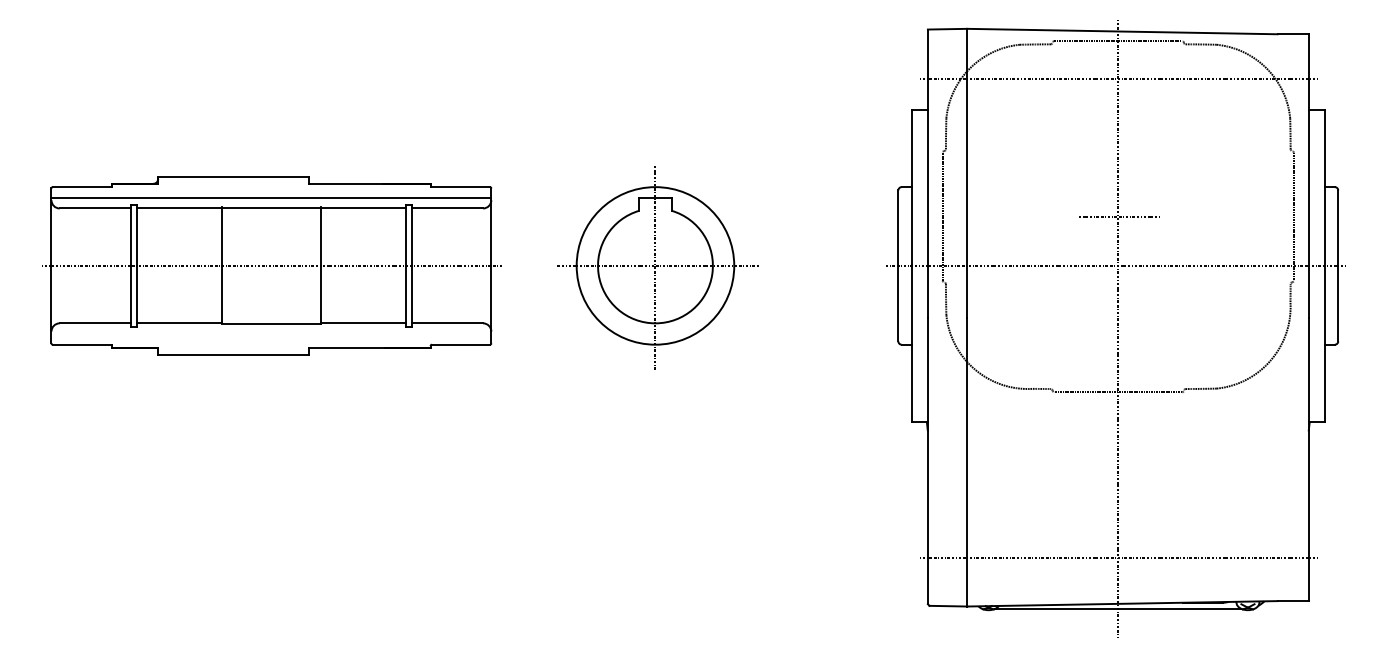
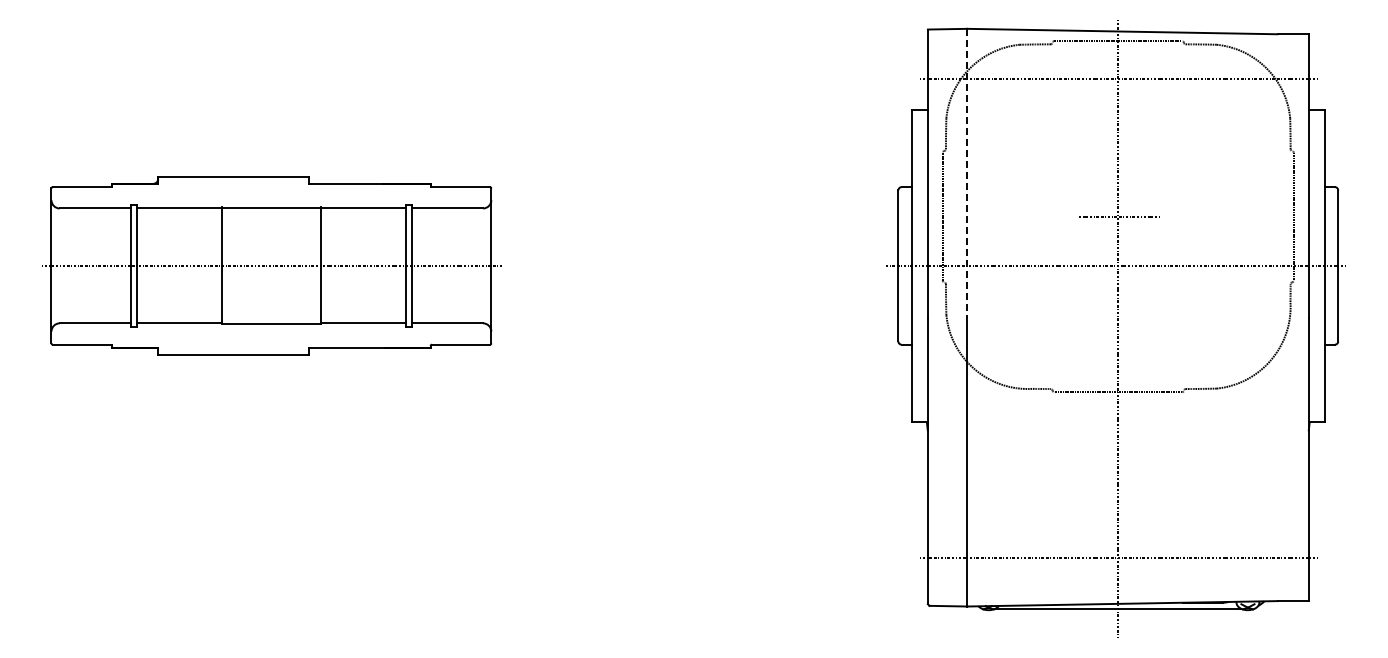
line at (967, 173): solid -> dashed
line at (271, 197): present -> none
part at (657, 267): present -> none
